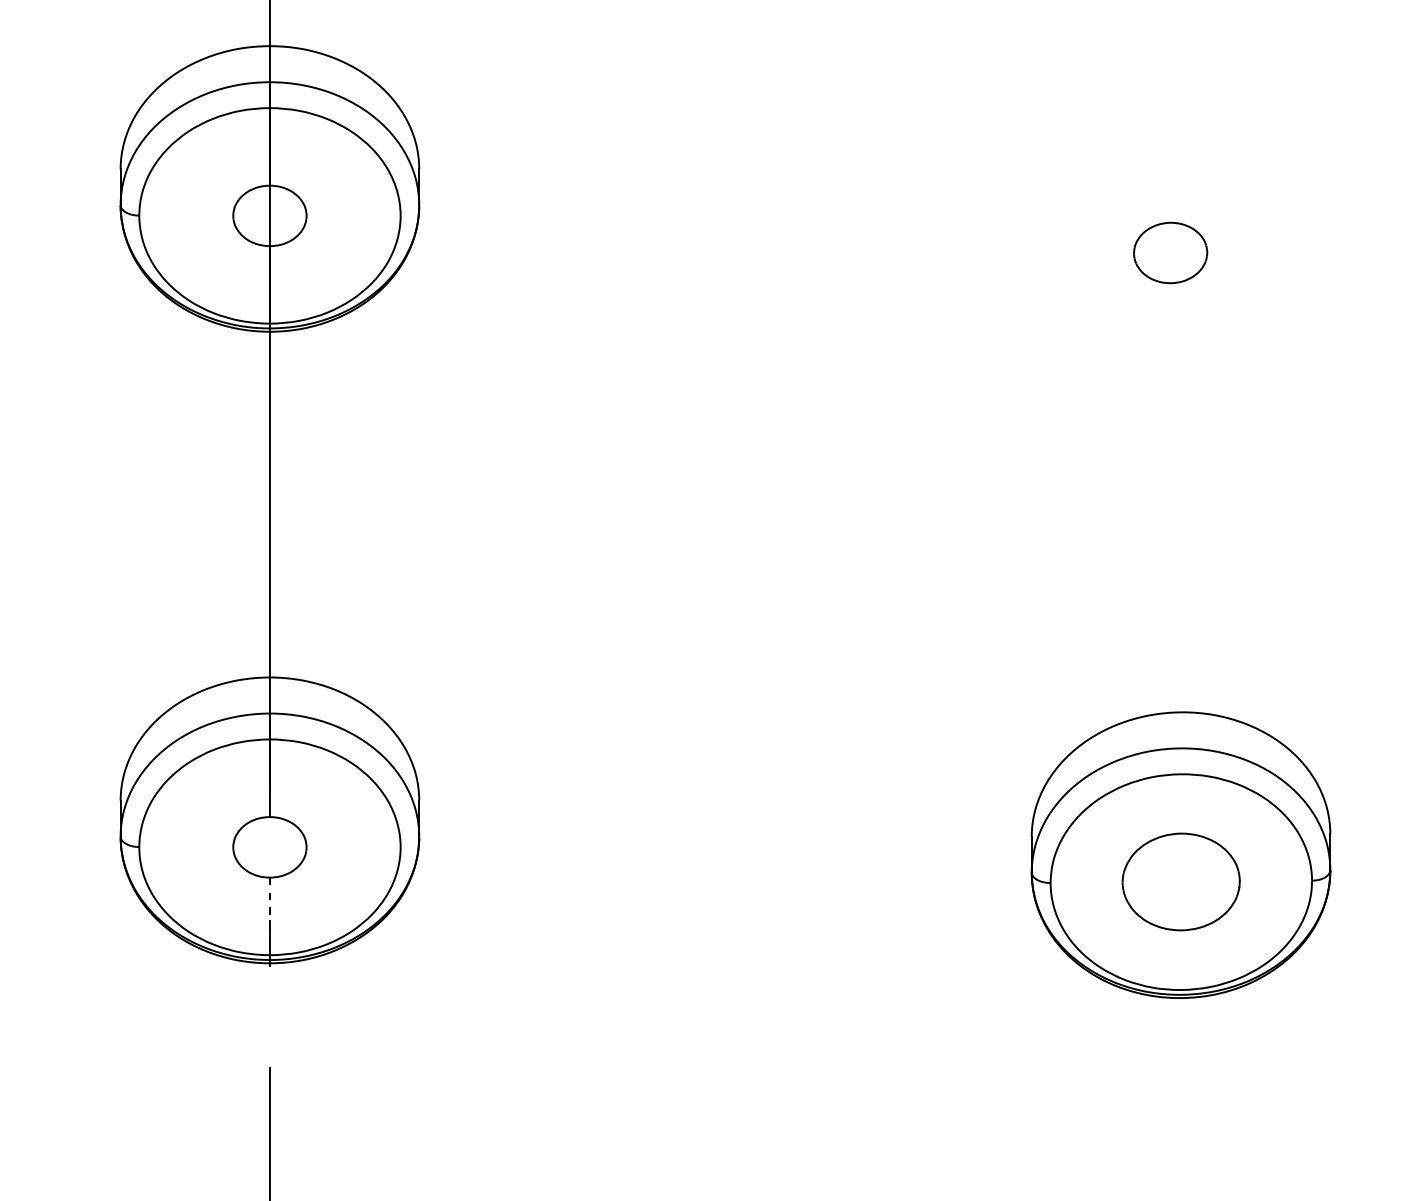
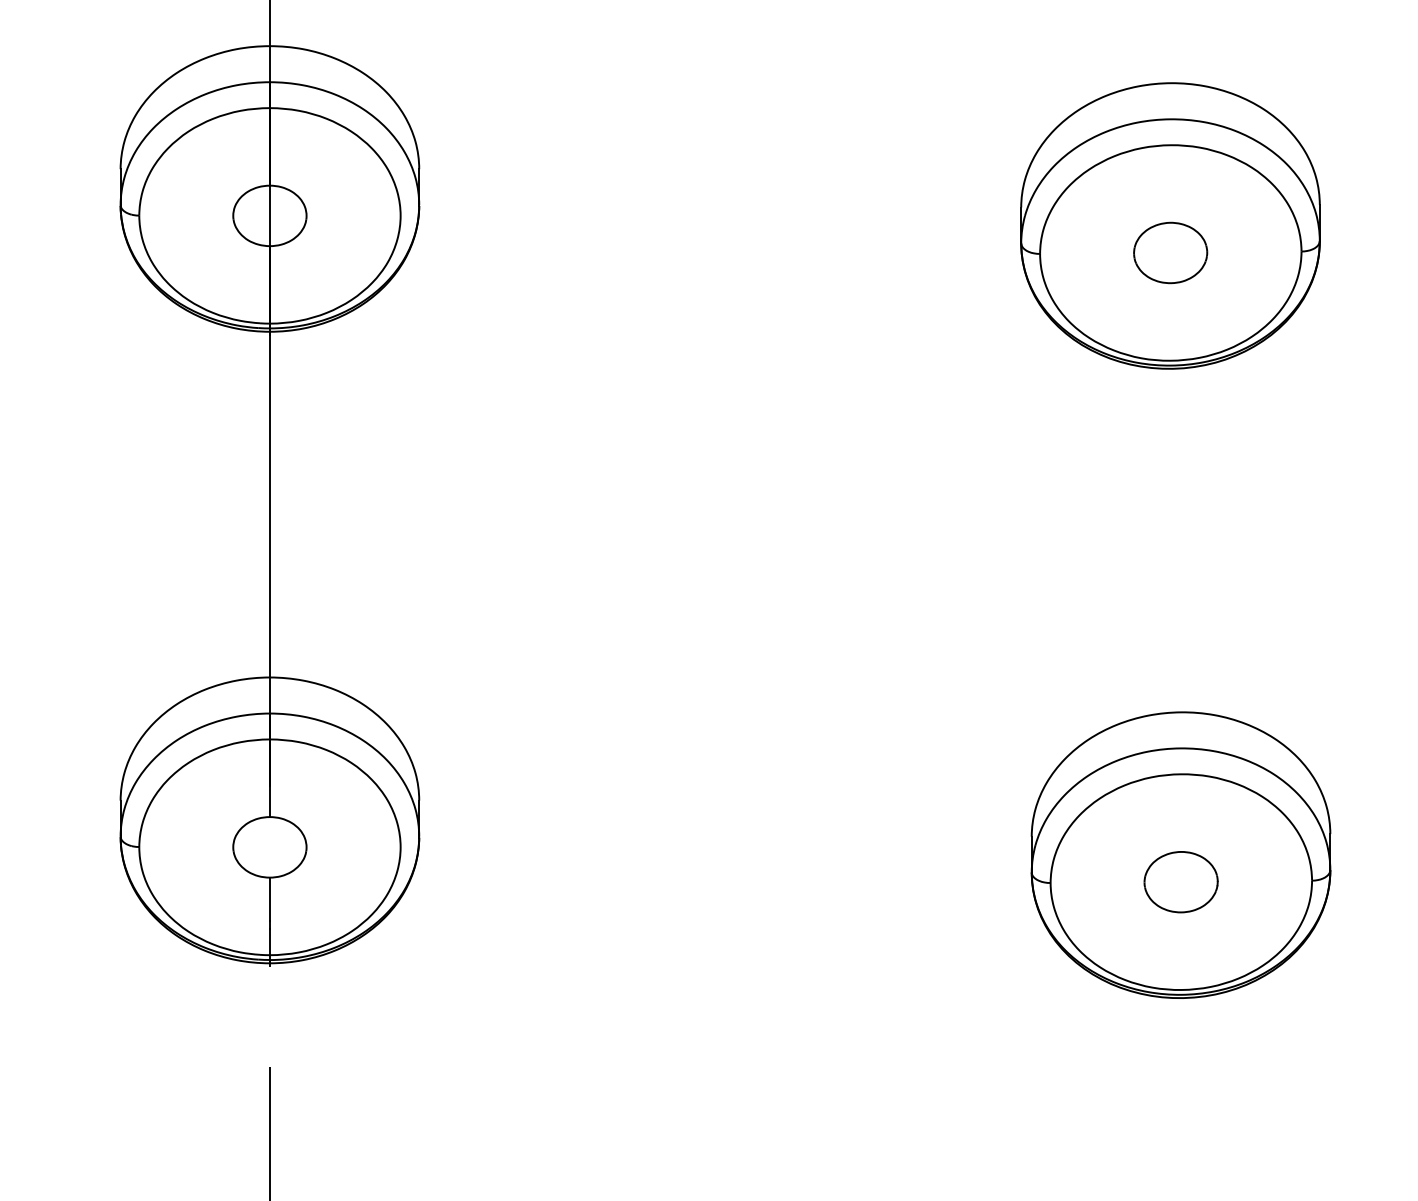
part at (1170, 225): none -> present
part at (1180, 881) size: 120x100 px -> 76x63 px
line at (269, 899): dashed -> solid
